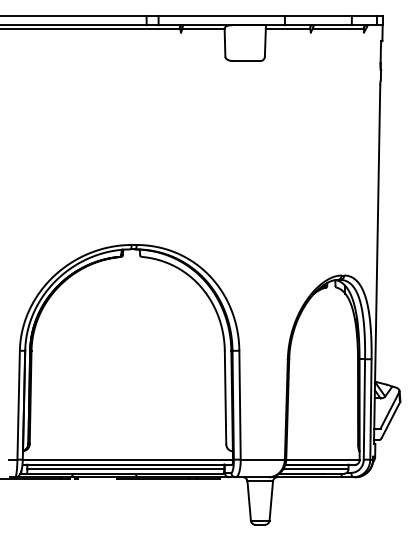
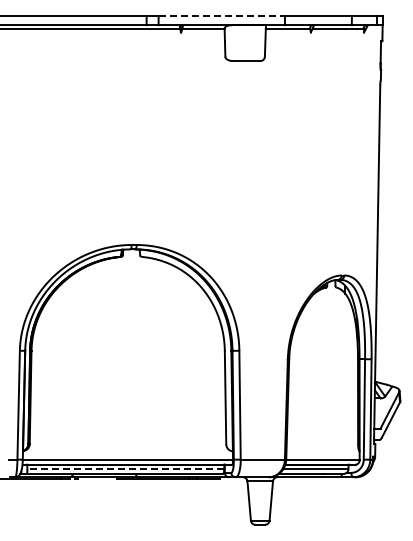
line at (222, 16): solid -> dashed
line at (125, 469): solid -> dashed
